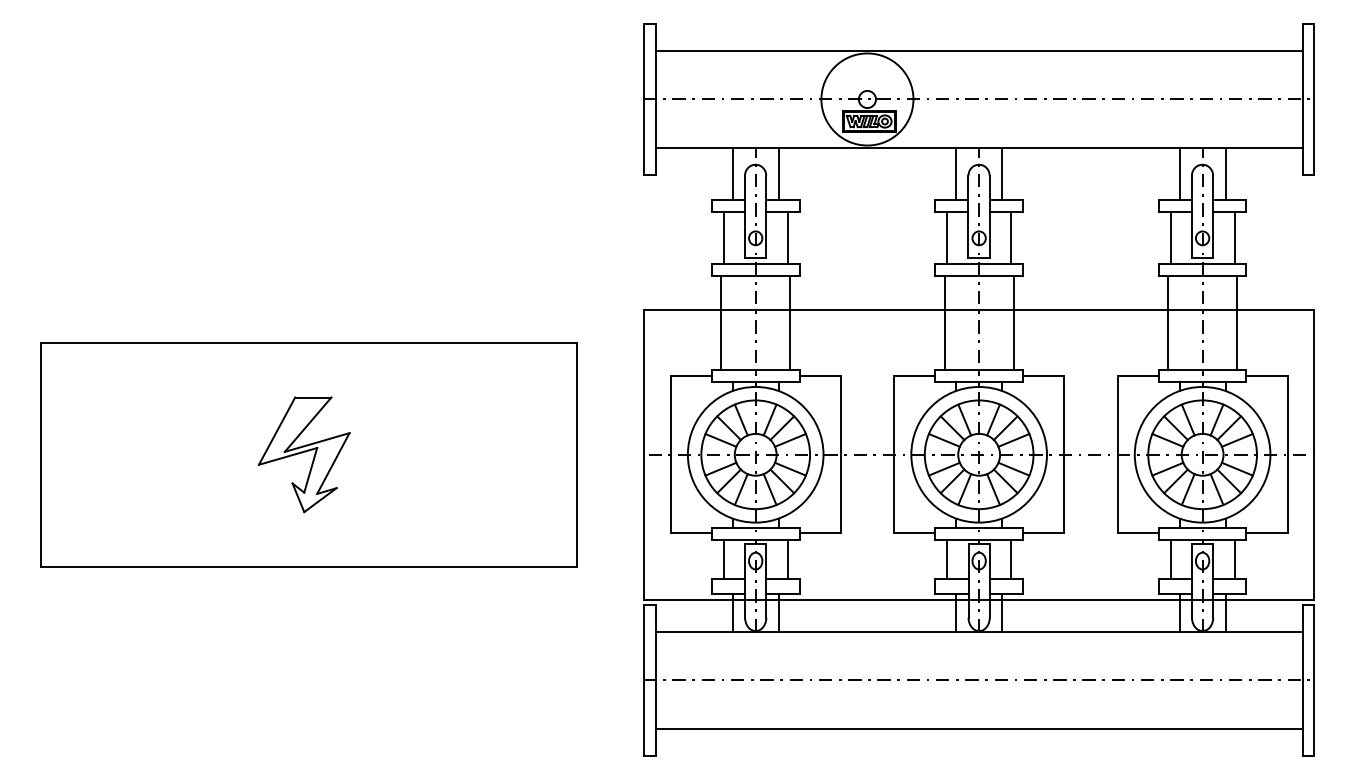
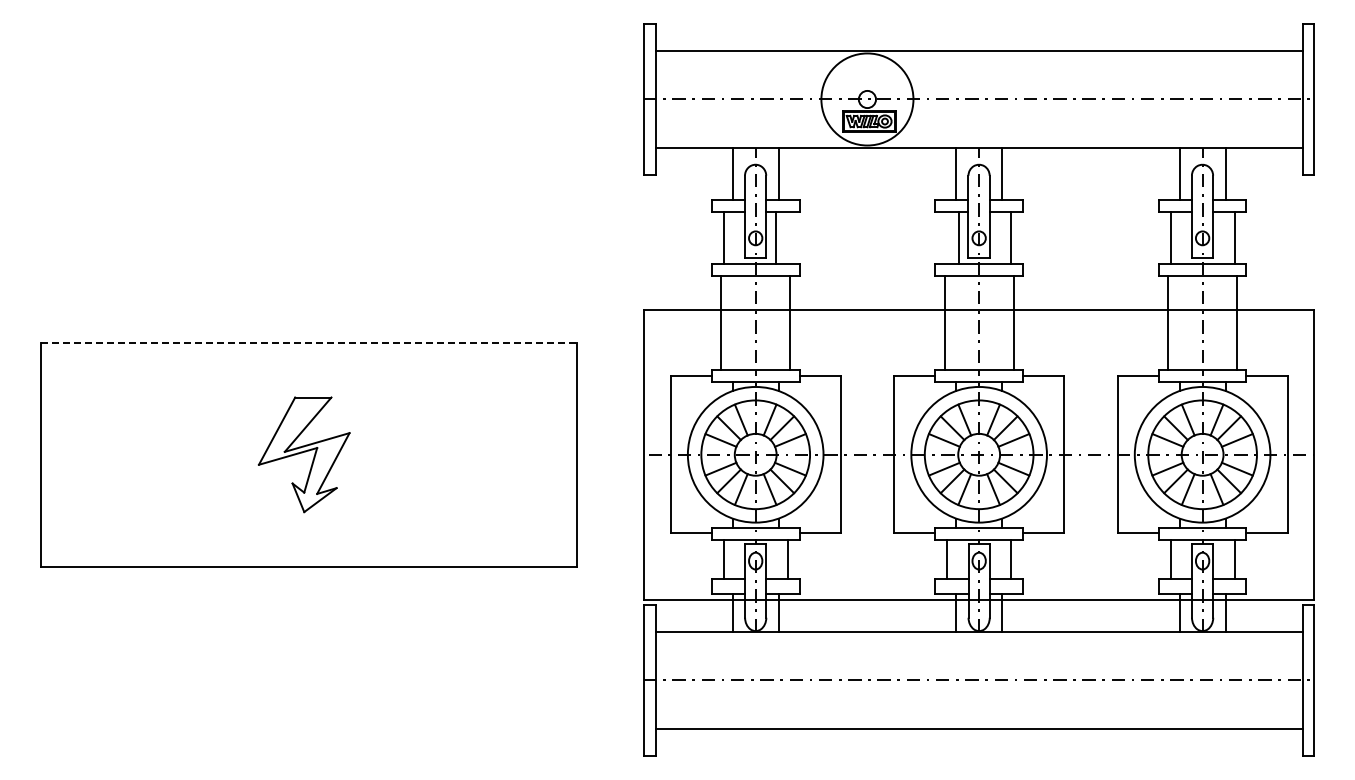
line at (787, 238) position: (787, 238) -> (775, 238)
line at (947, 238) position: (947, 238) -> (959, 238)
line at (309, 343): solid -> dashed
